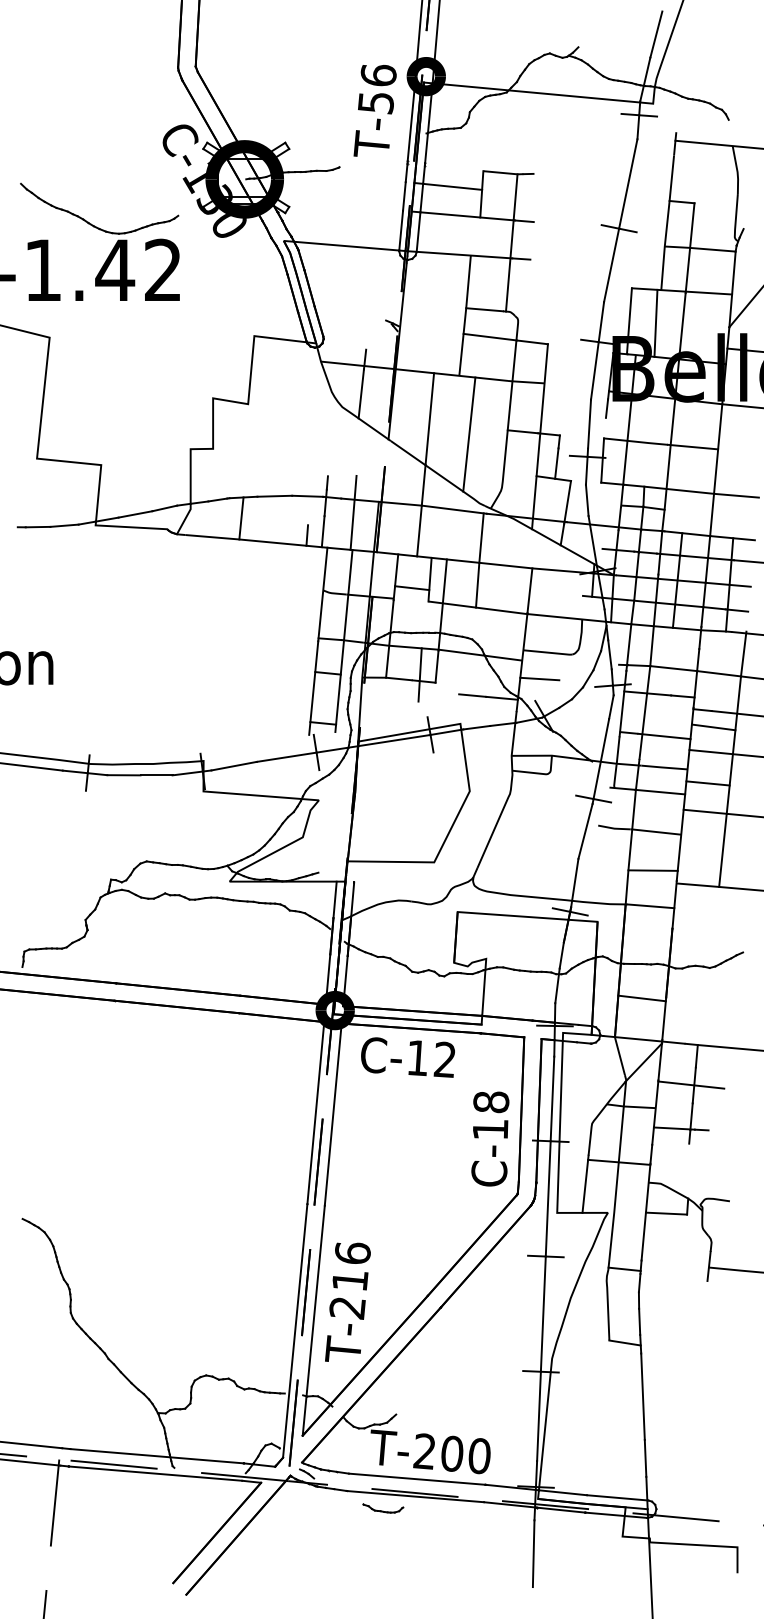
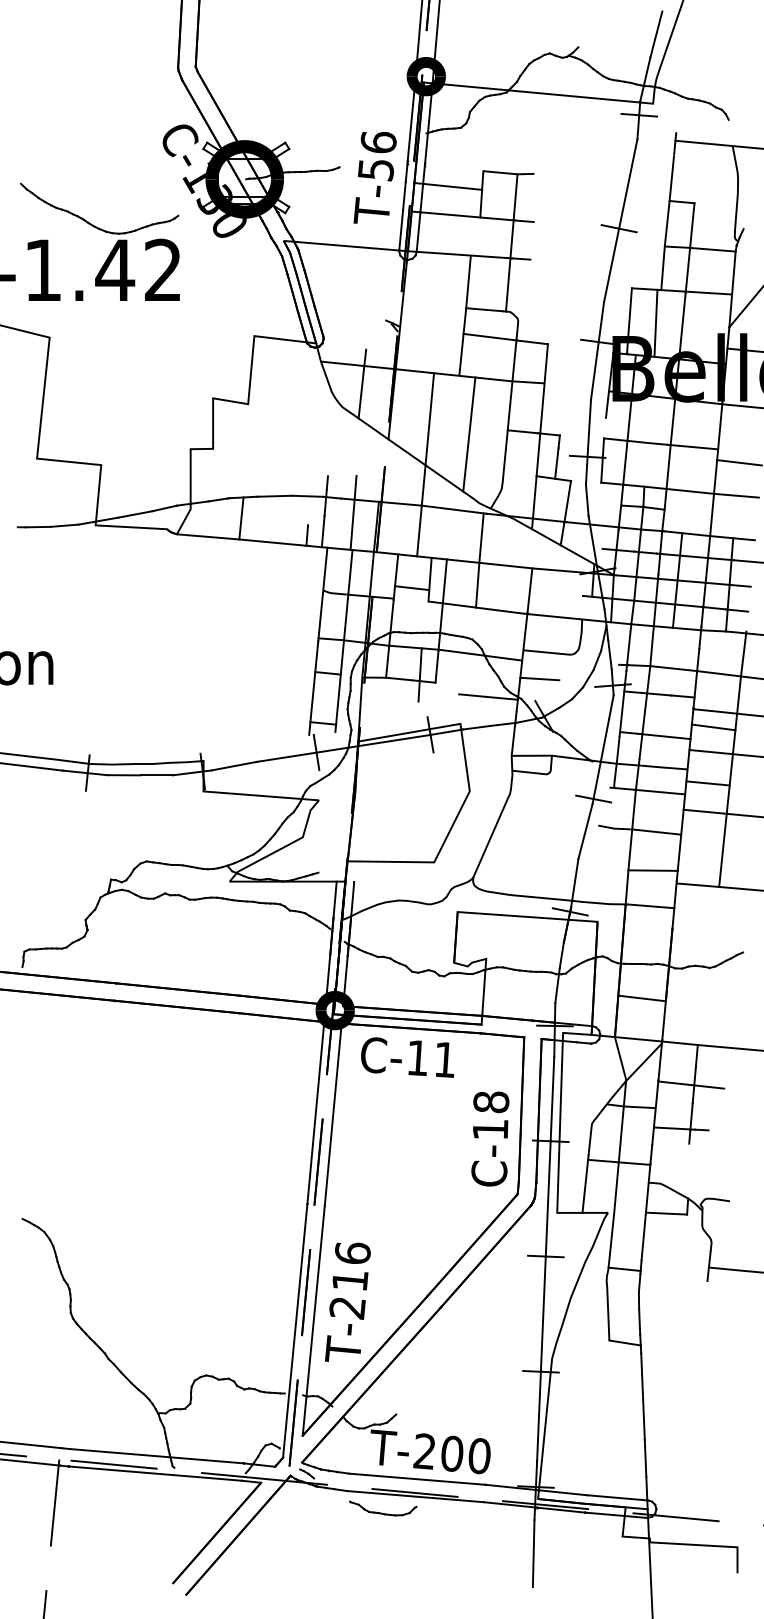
text at (374, 110) position: (374, 110) -> (374, 177)
line at (738, 462): none -> present
text at (443, 1059): C-12 -> C-11
part at (383, 1508) size: 43x11 px -> 69x17 px
